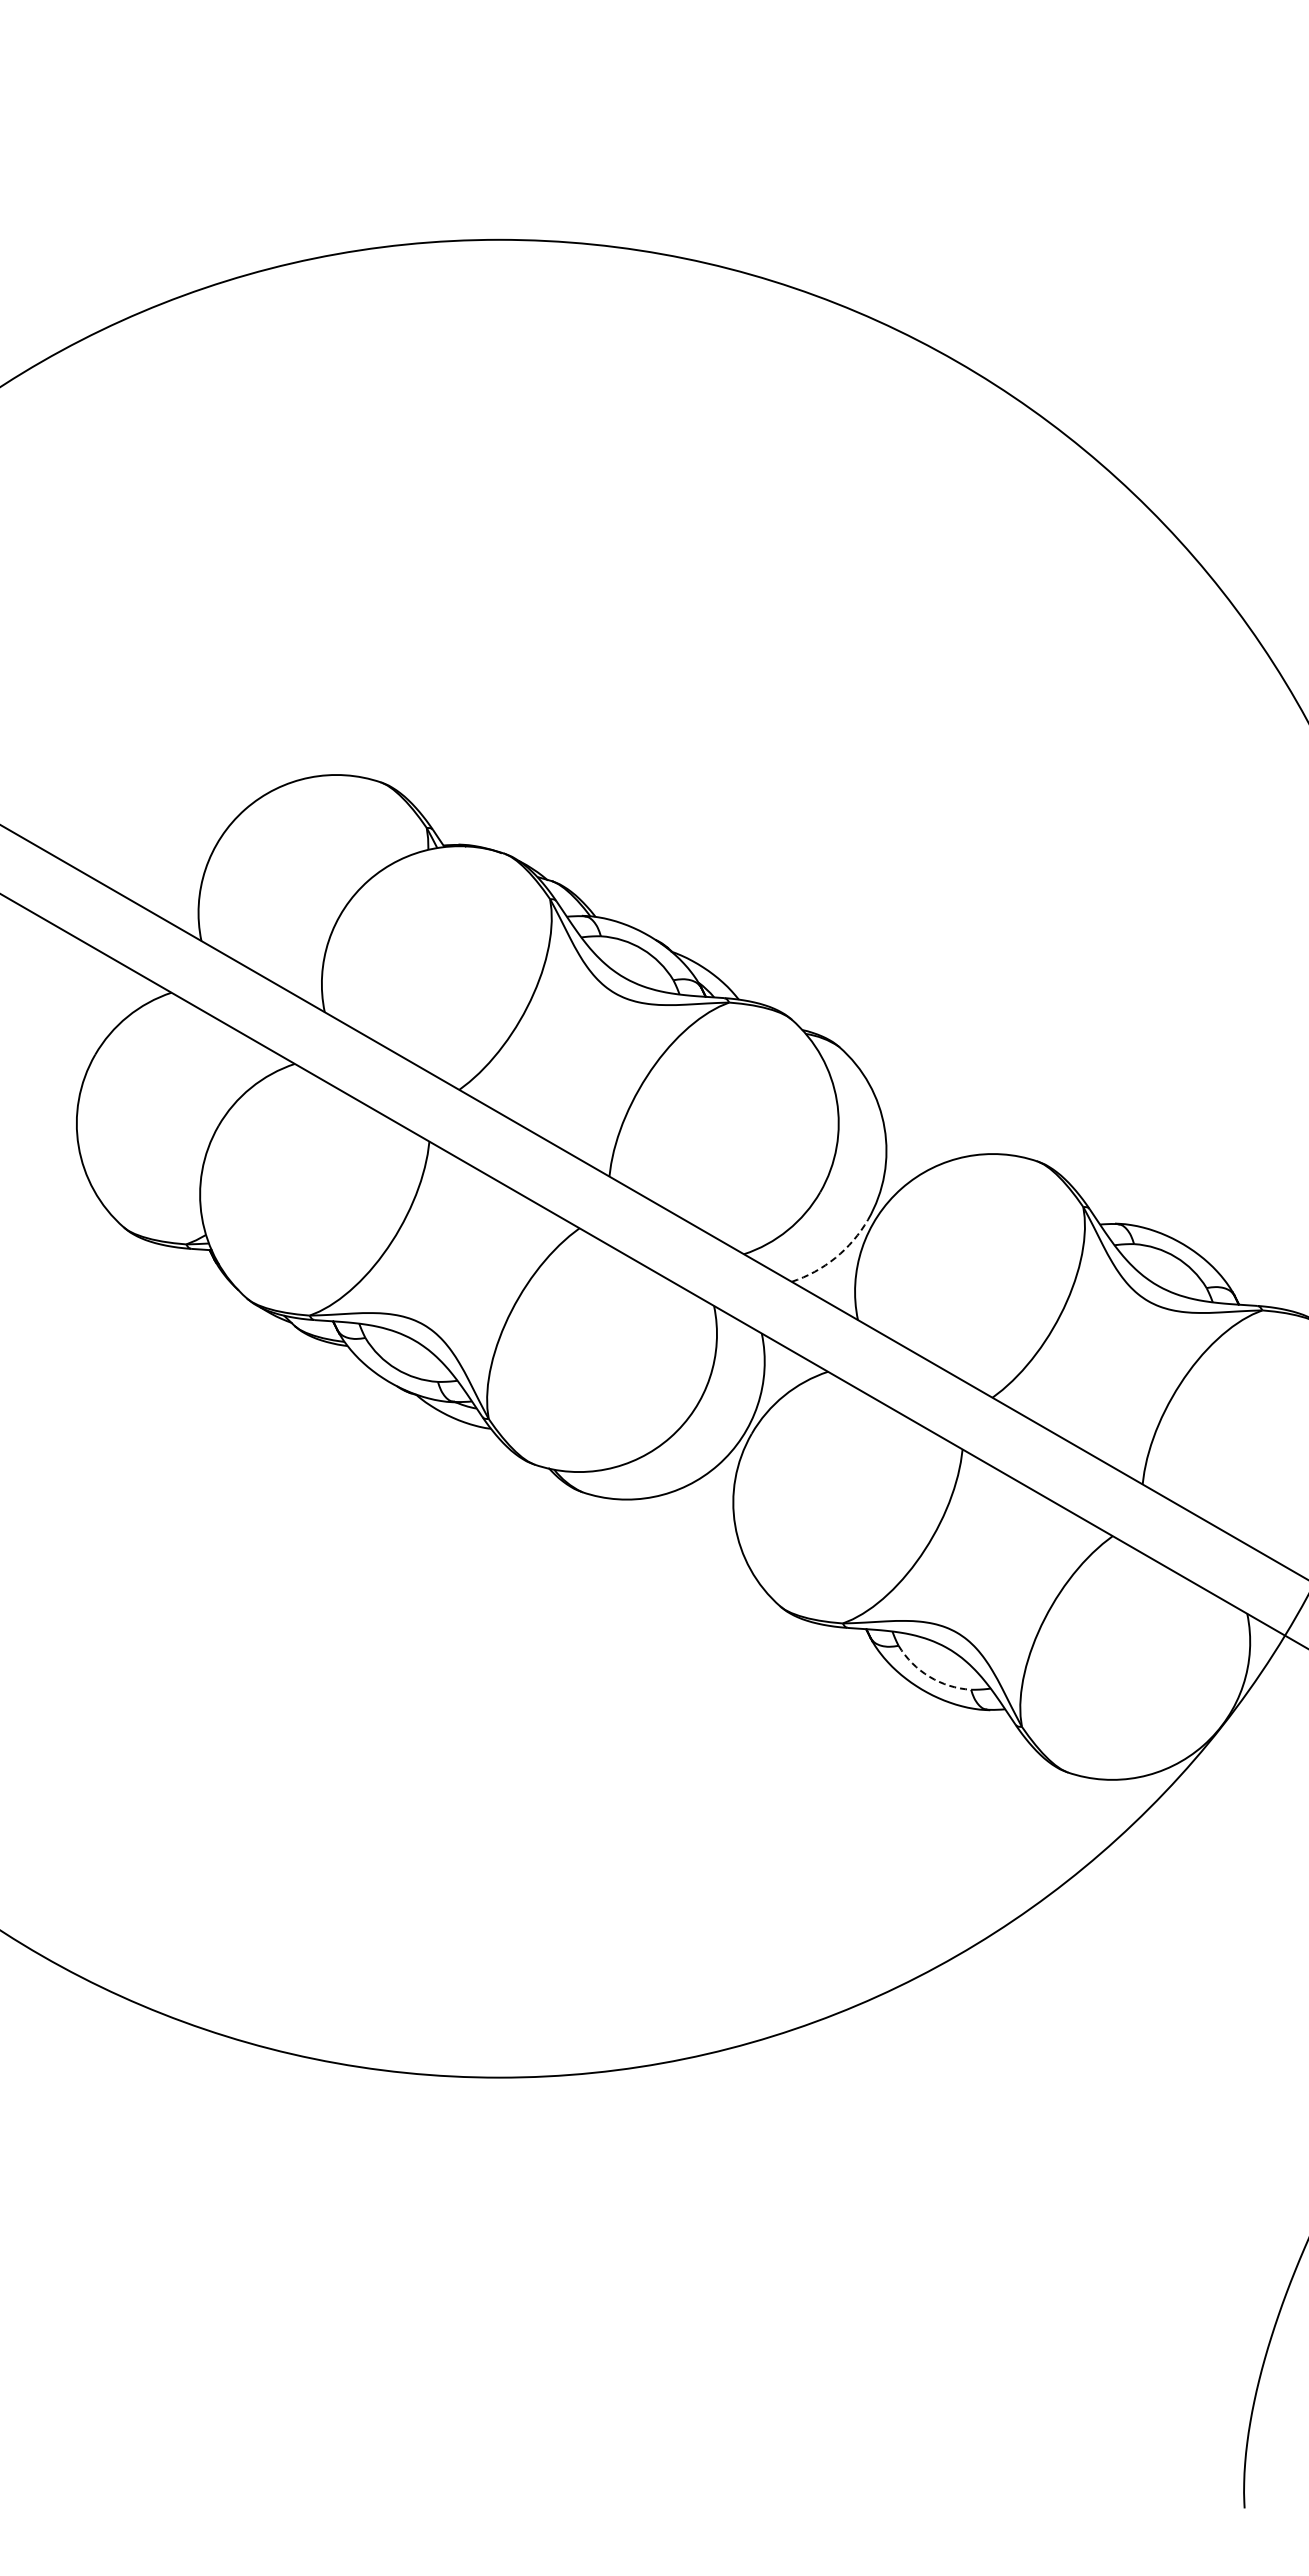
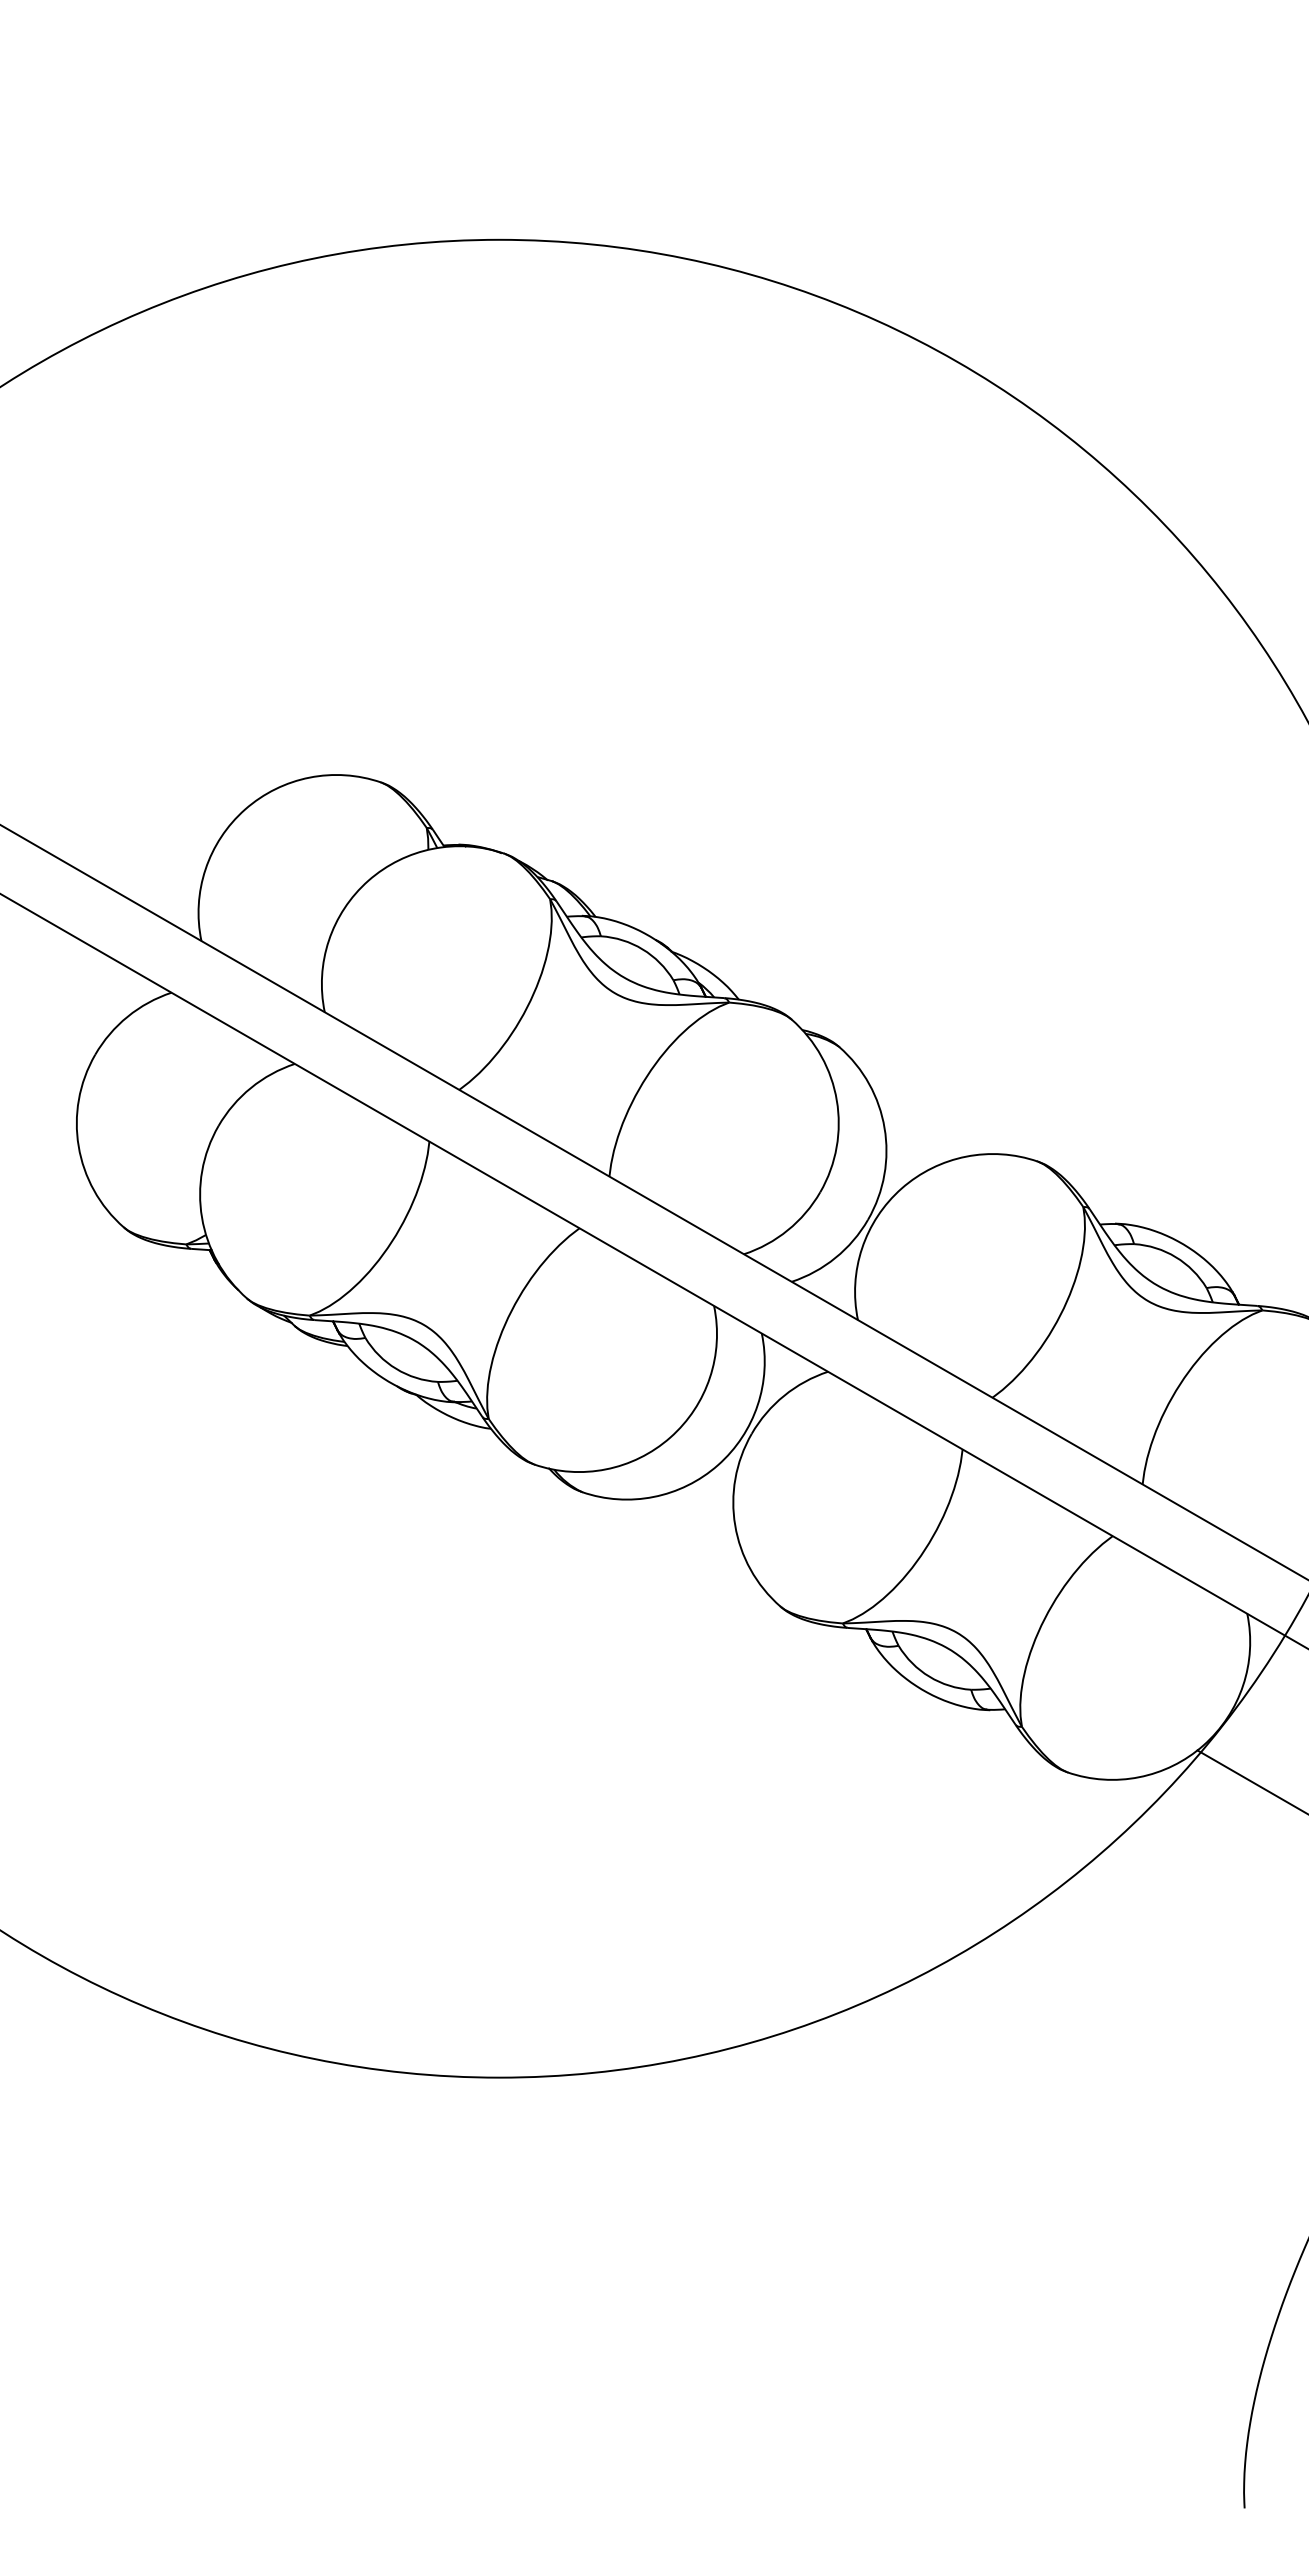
arc at (835, 1257): dashed -> solid
arc at (929, 1676): dashed -> solid
line at (1251, 1781): none -> present
